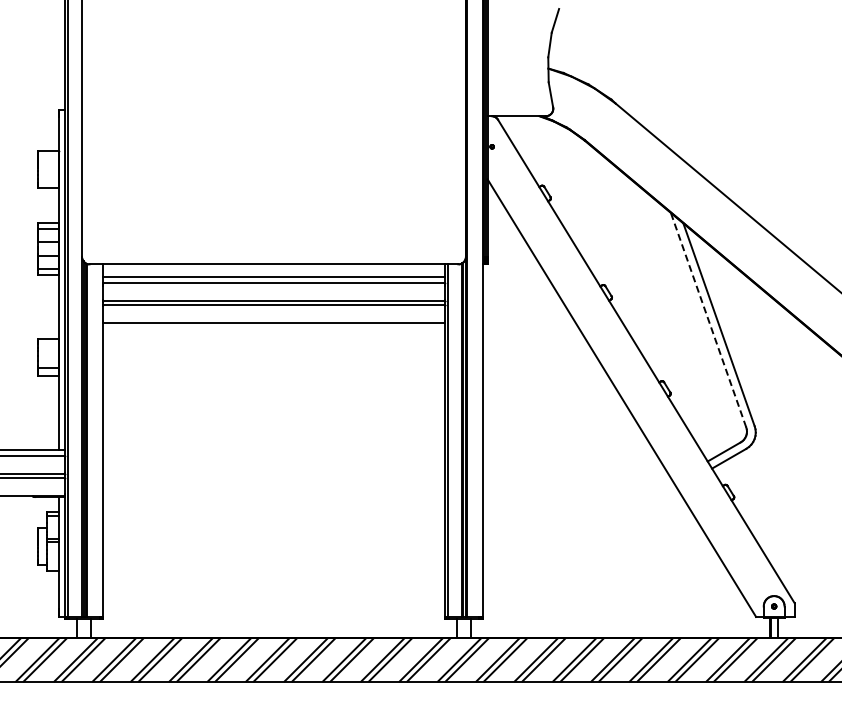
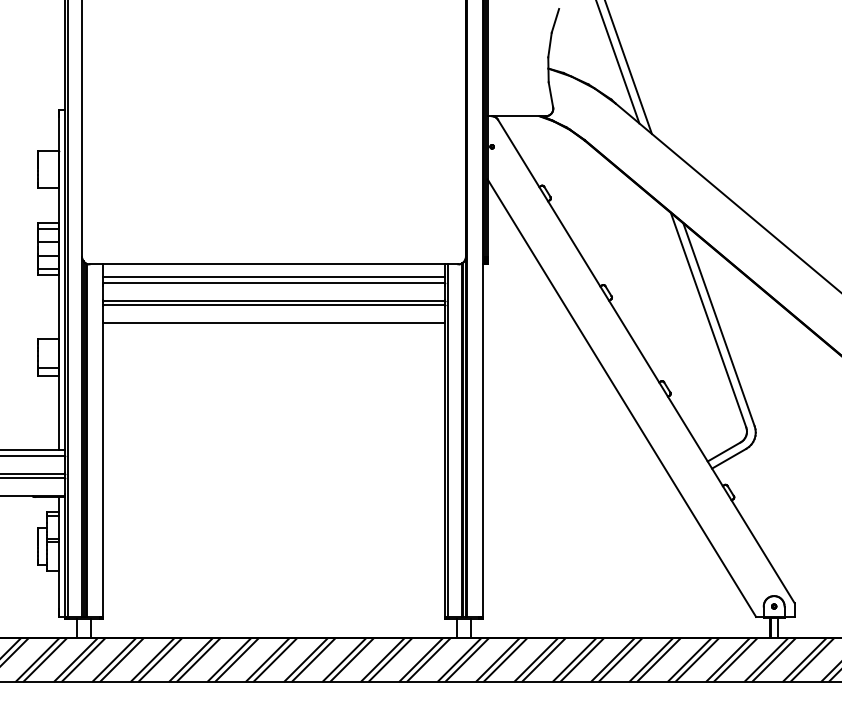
line at (617, 62): none -> present
line at (628, 67): none -> present
line at (708, 320): dashed -> solid
